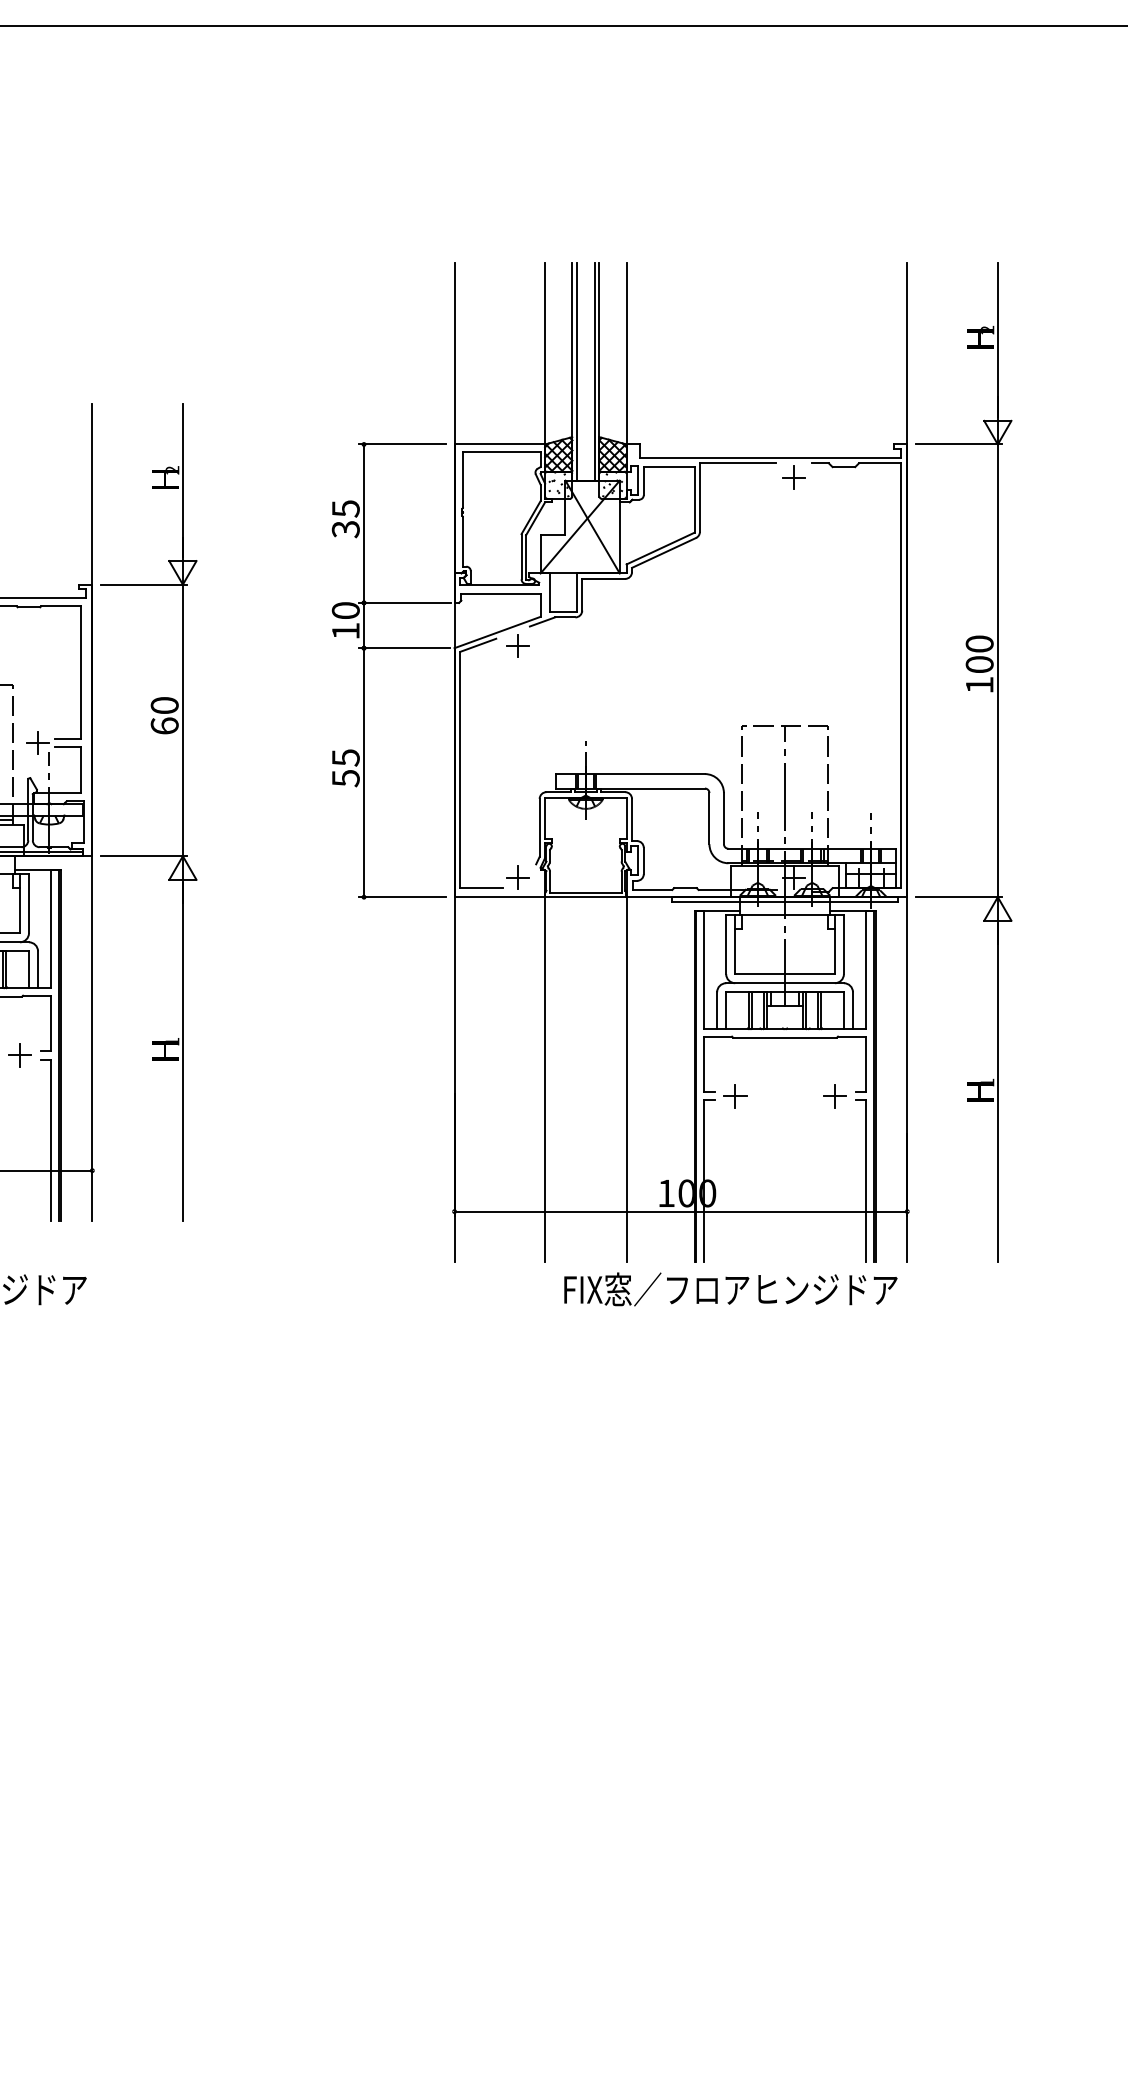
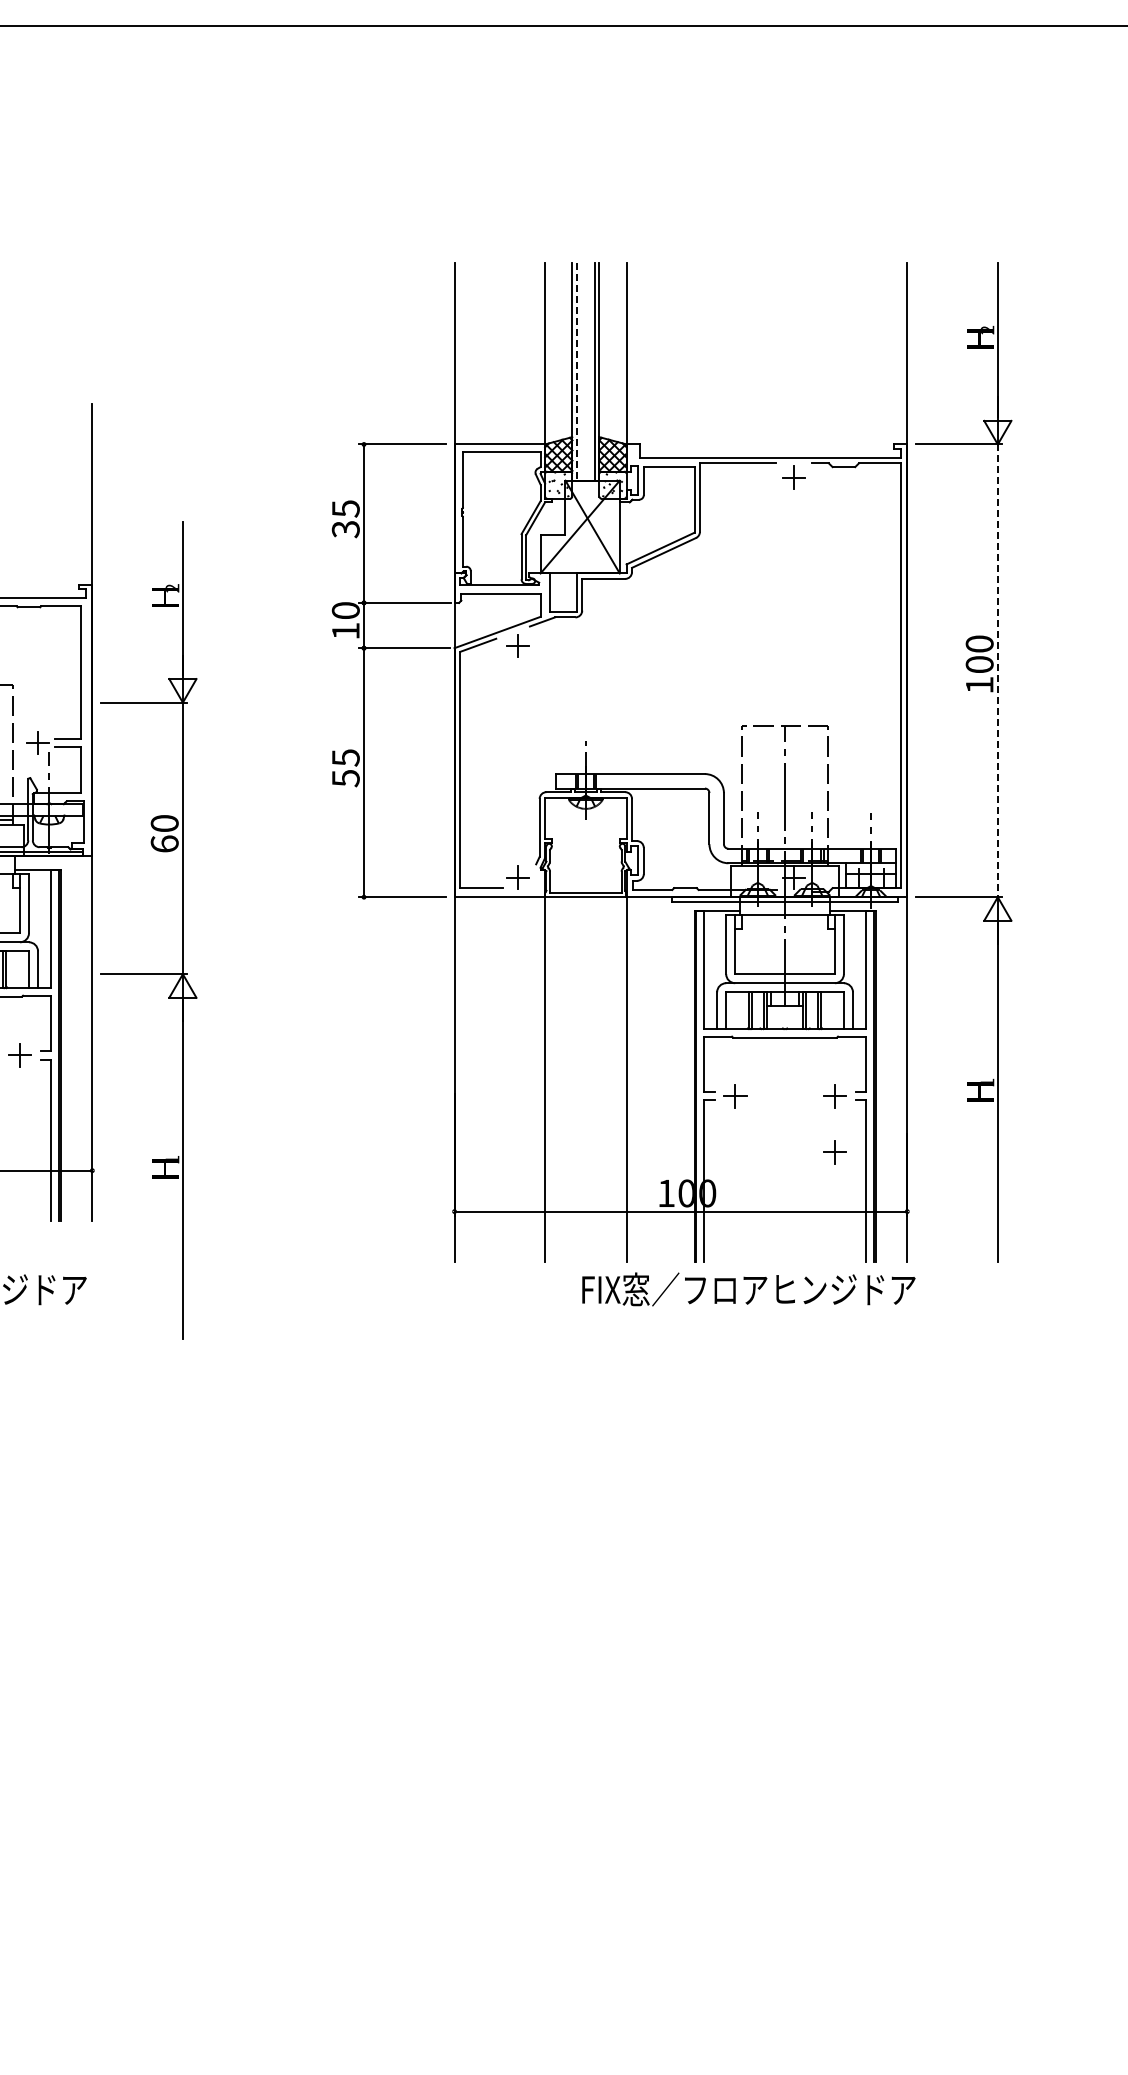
line at (576, 372): solid -> dashed
line at (997, 671): solid -> dashed
part at (182, 812) position: (182, 812) -> (182, 930)
part at (834, 1152): none -> present
text at (730, 1289) position: (730, 1289) -> (748, 1289)
